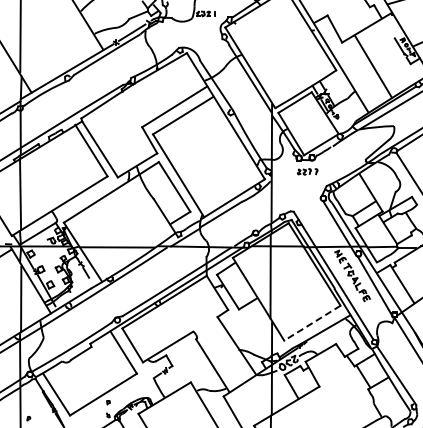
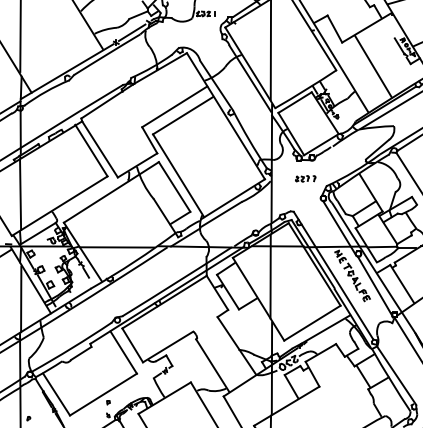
line at (270, 50): none -> present
part at (307, 171) position: (307, 171) -> (305, 178)
line at (312, 323): dashed -> solid
